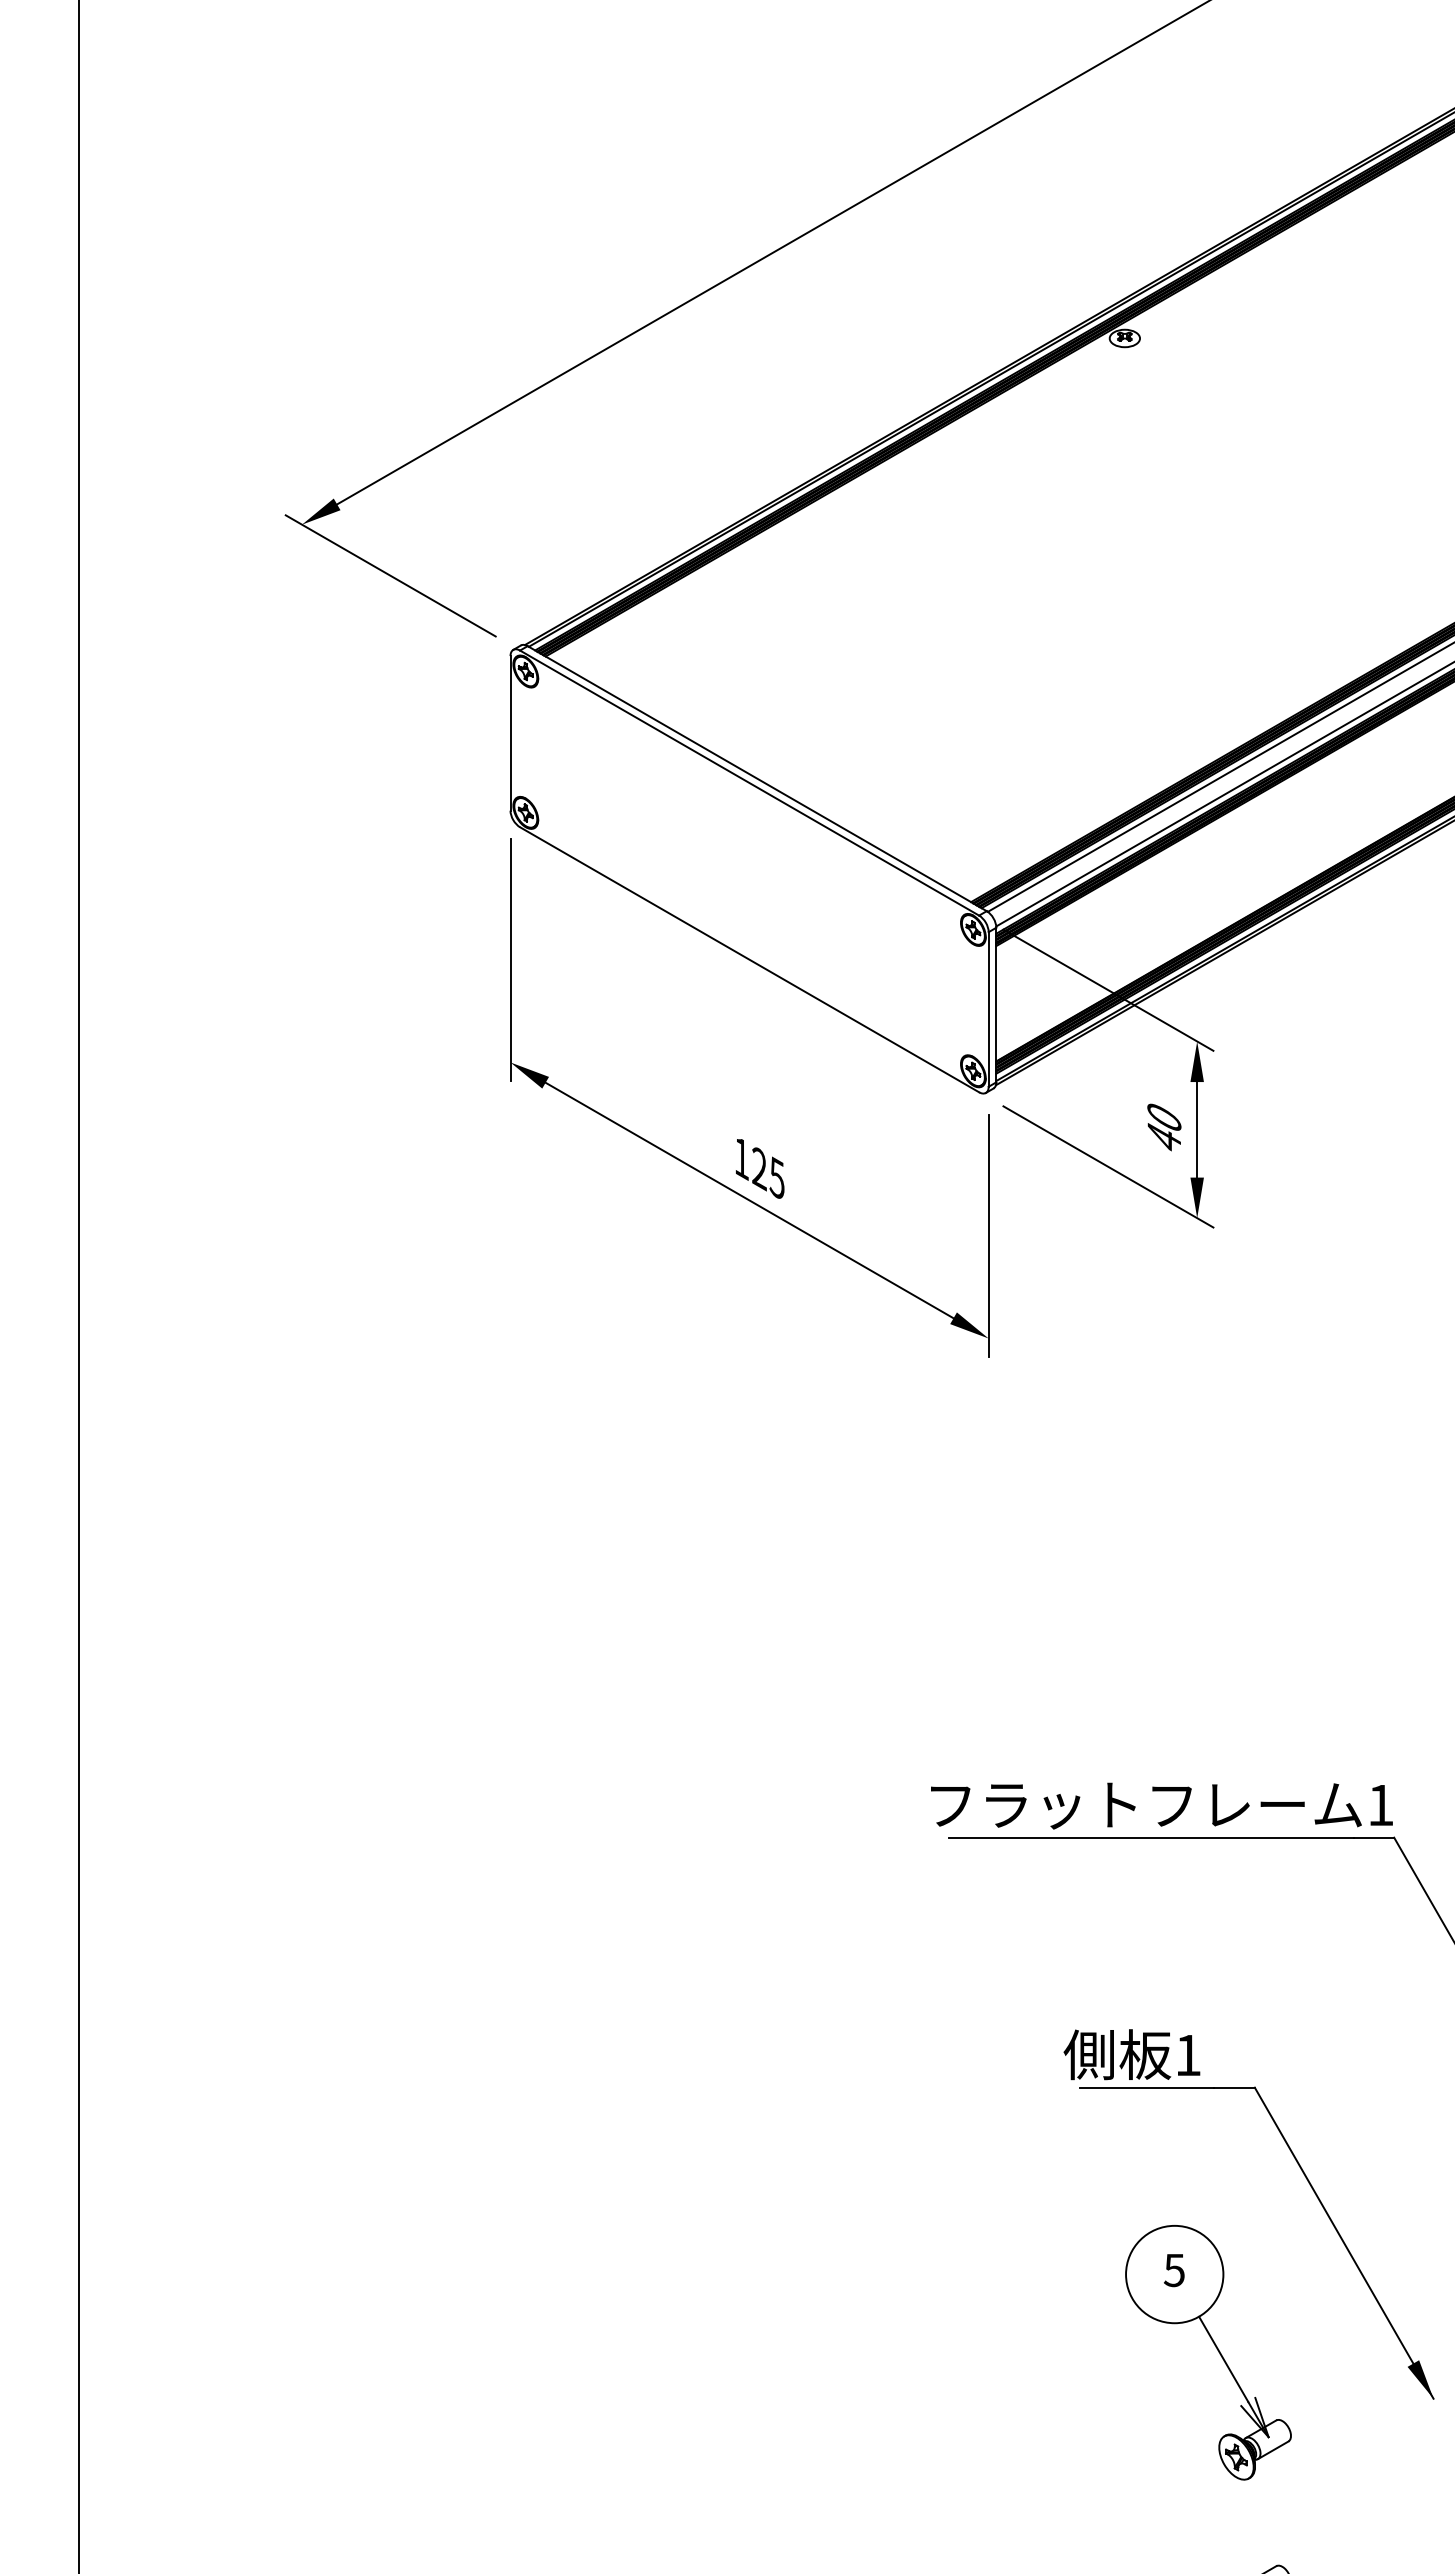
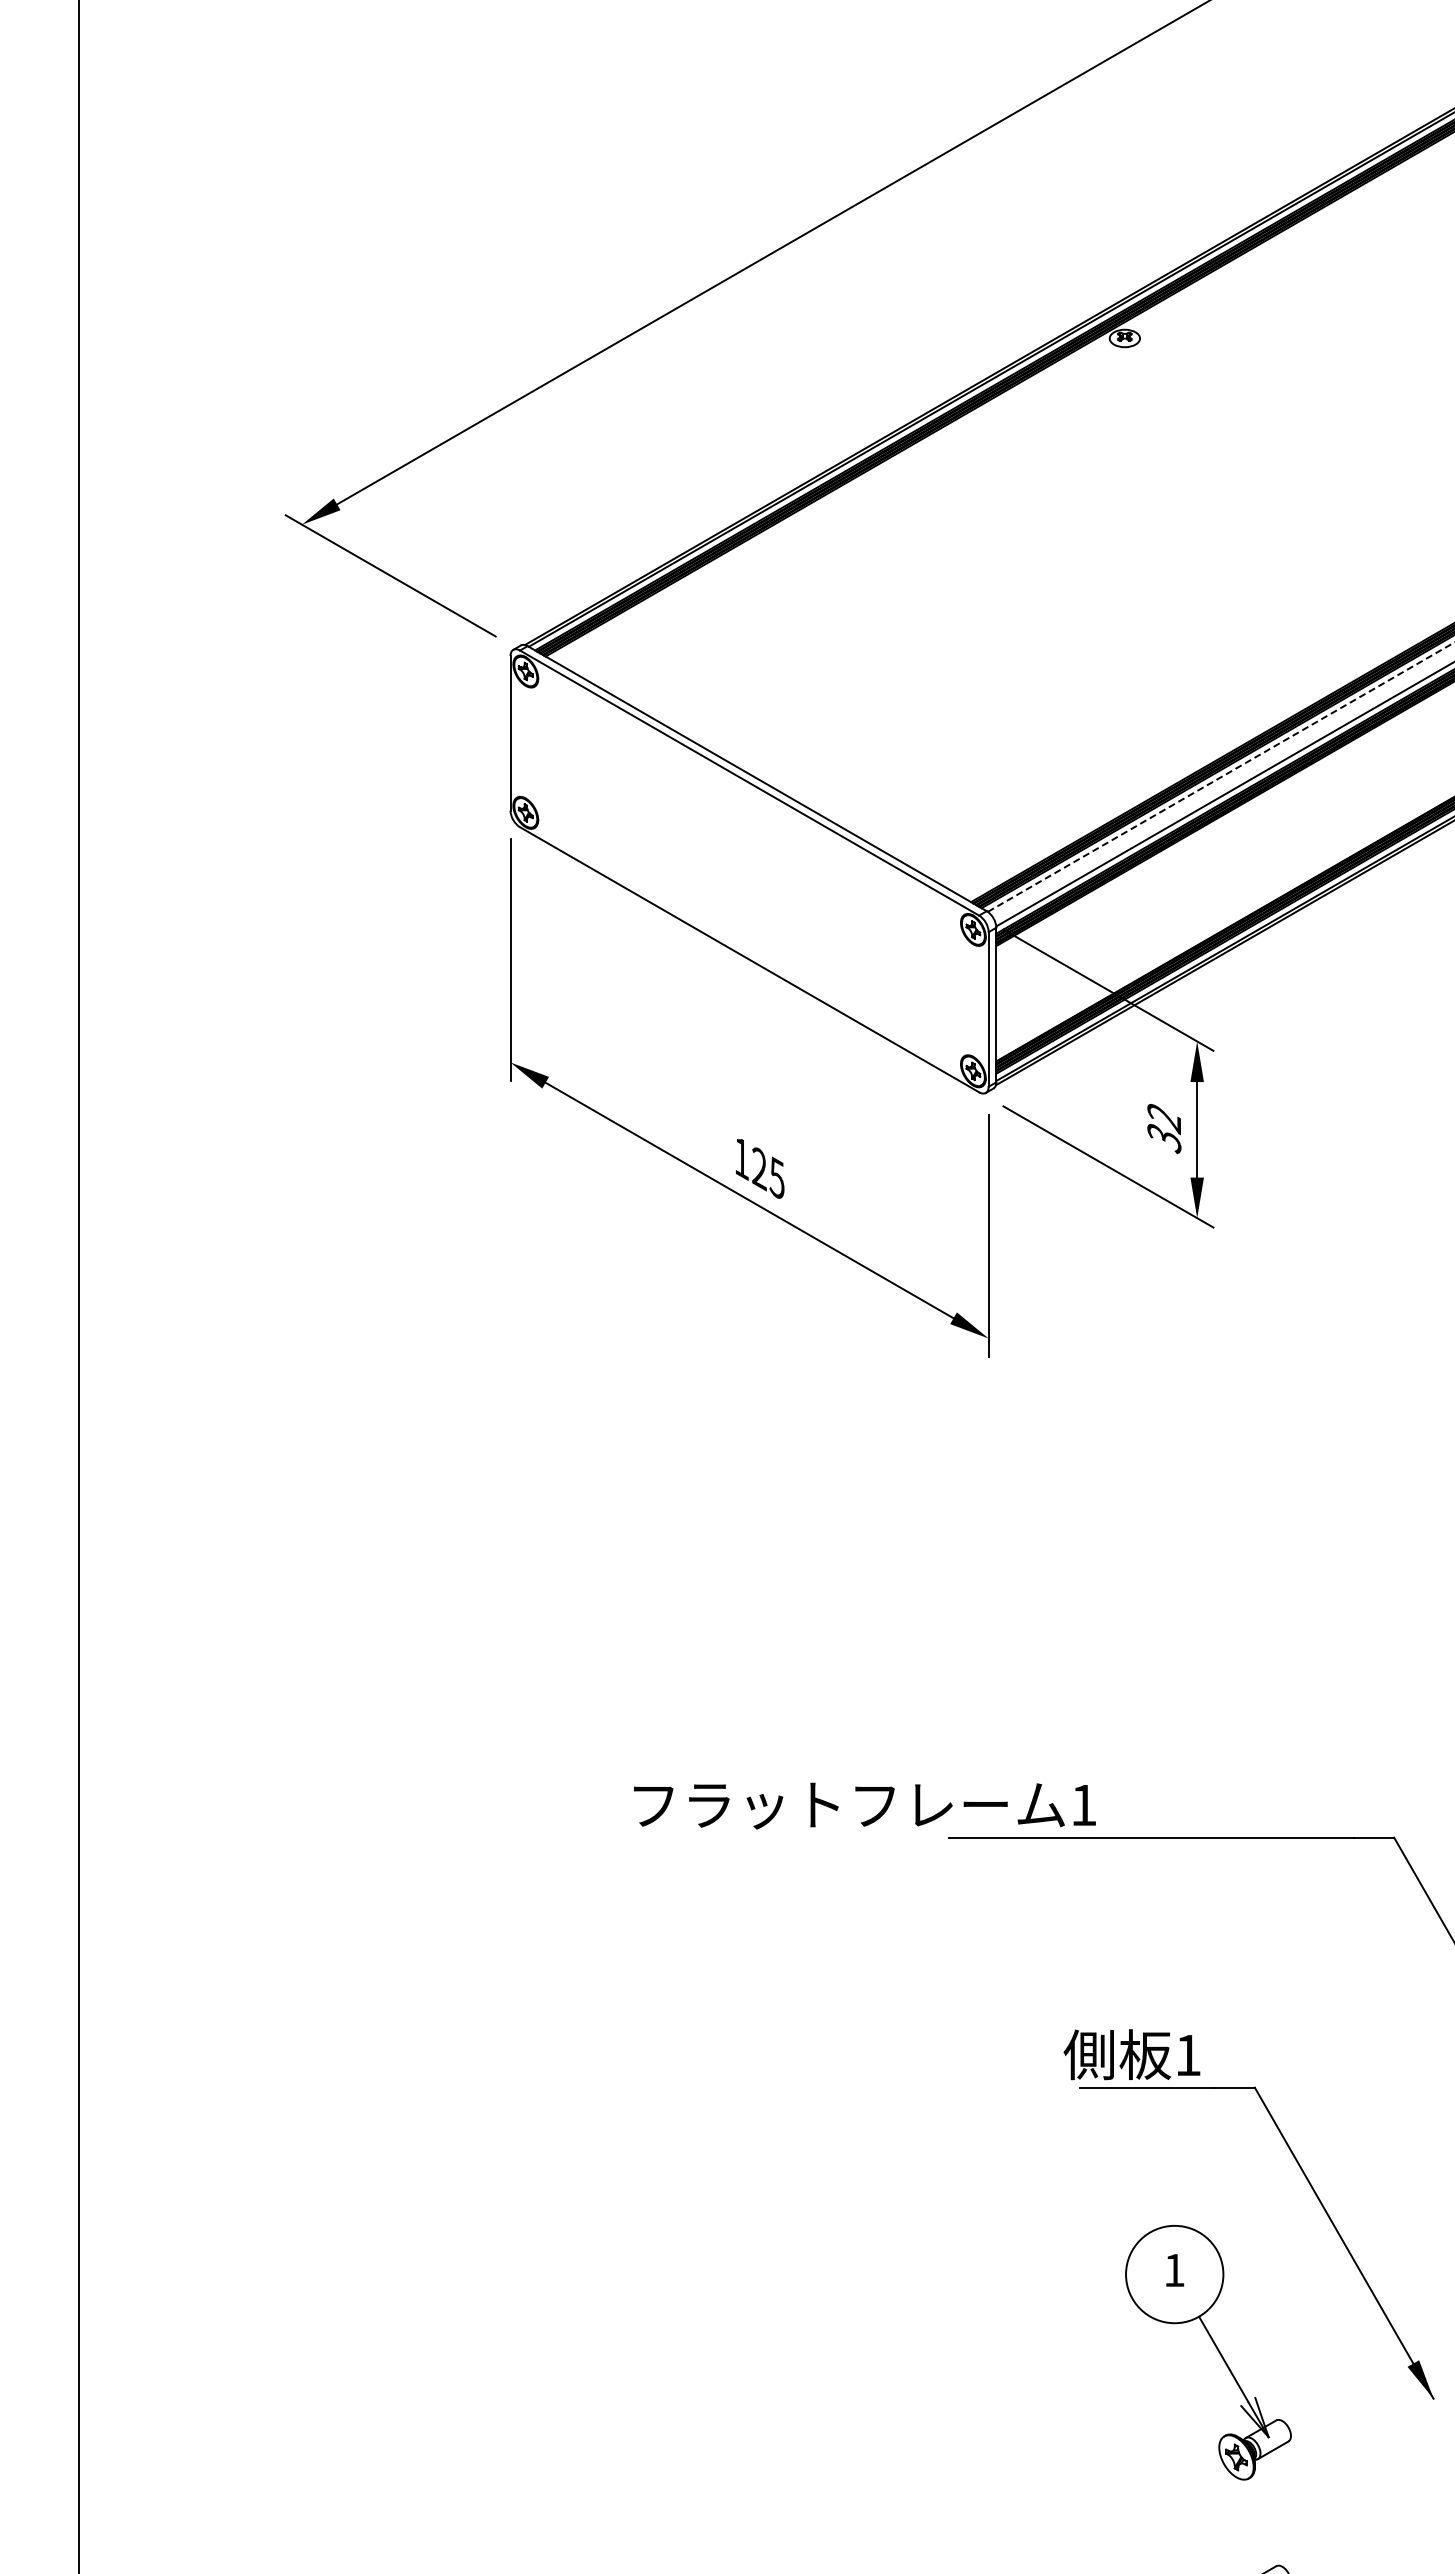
line at (1221, 776): solid -> dashed
text at (1164, 1128): 40 -> 32
text at (1161, 1805) position: (1161, 1805) -> (864, 1805)
text at (1173, 2270): 5 -> 1
